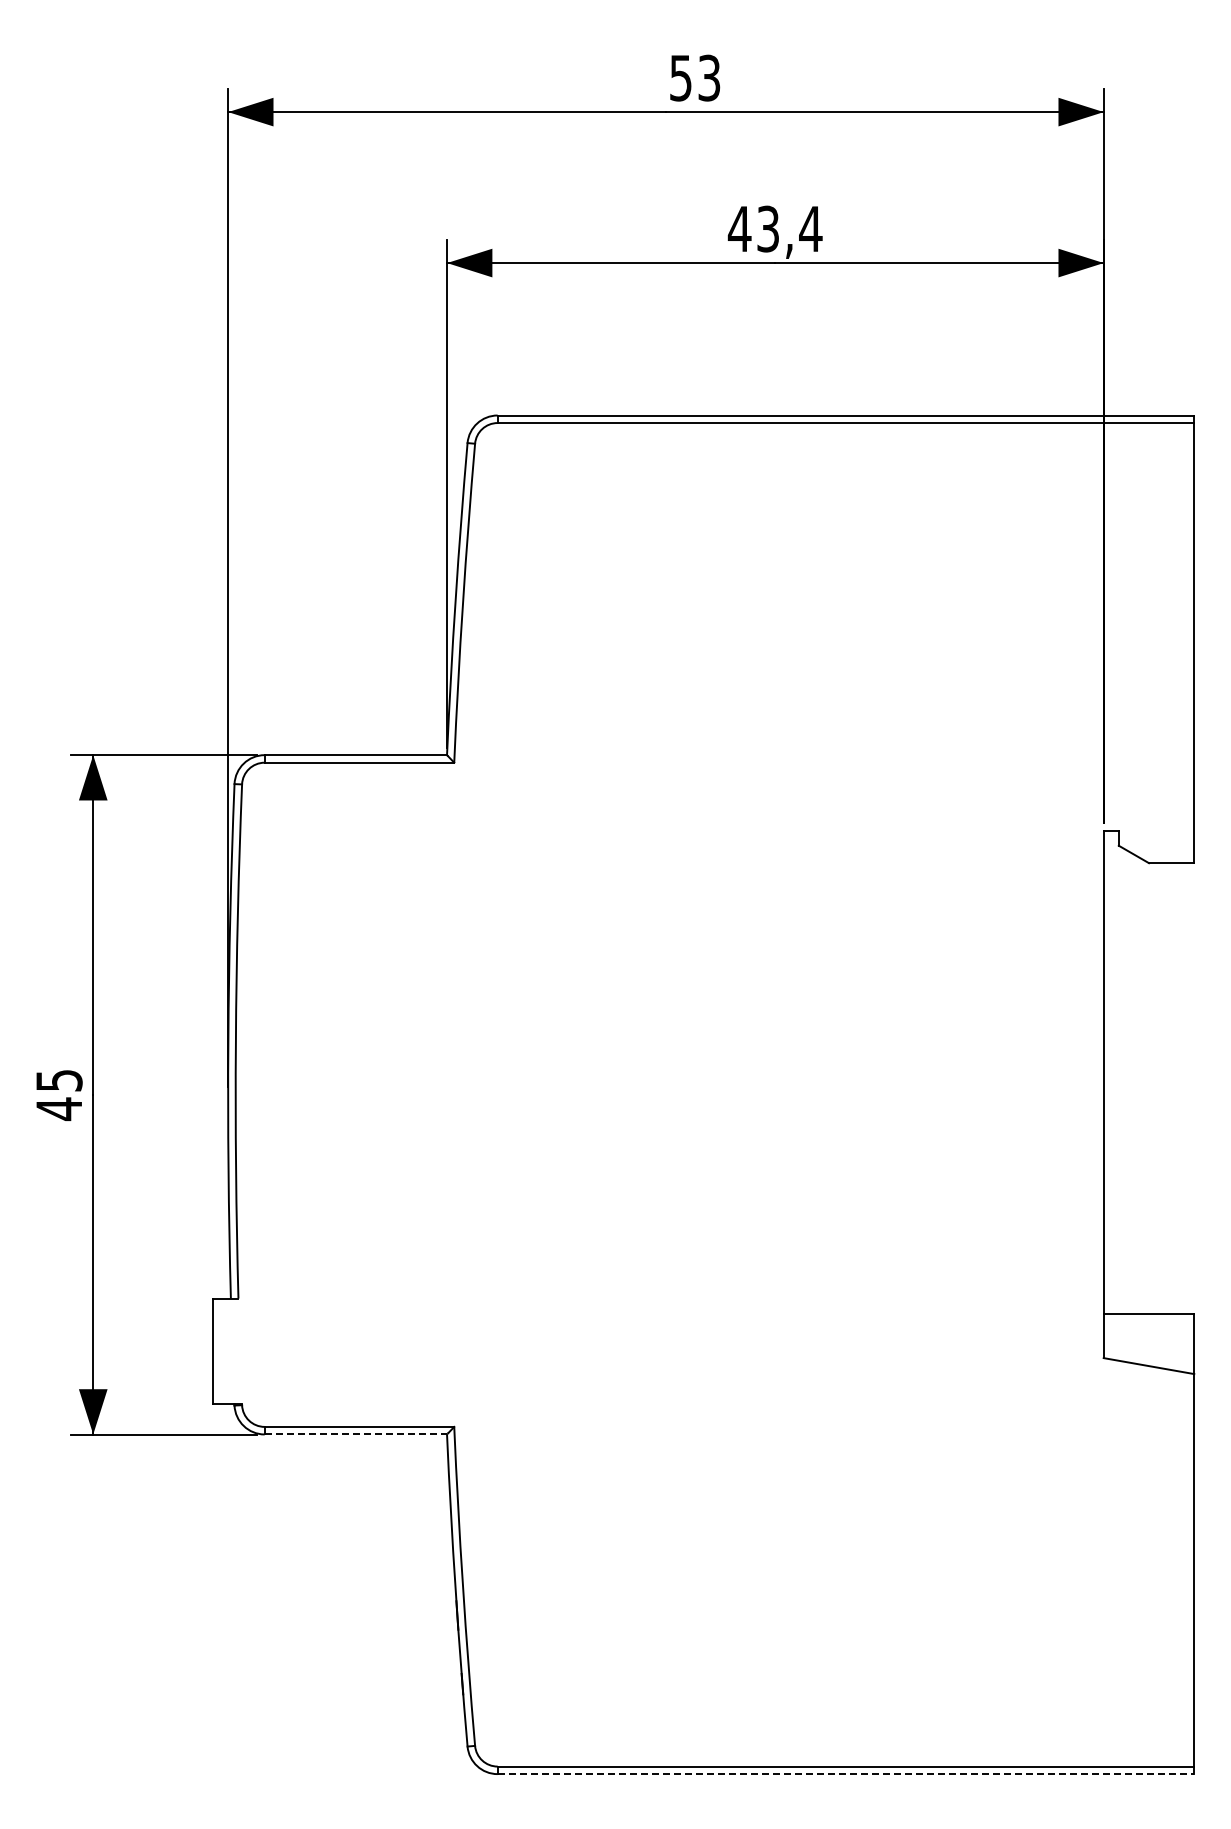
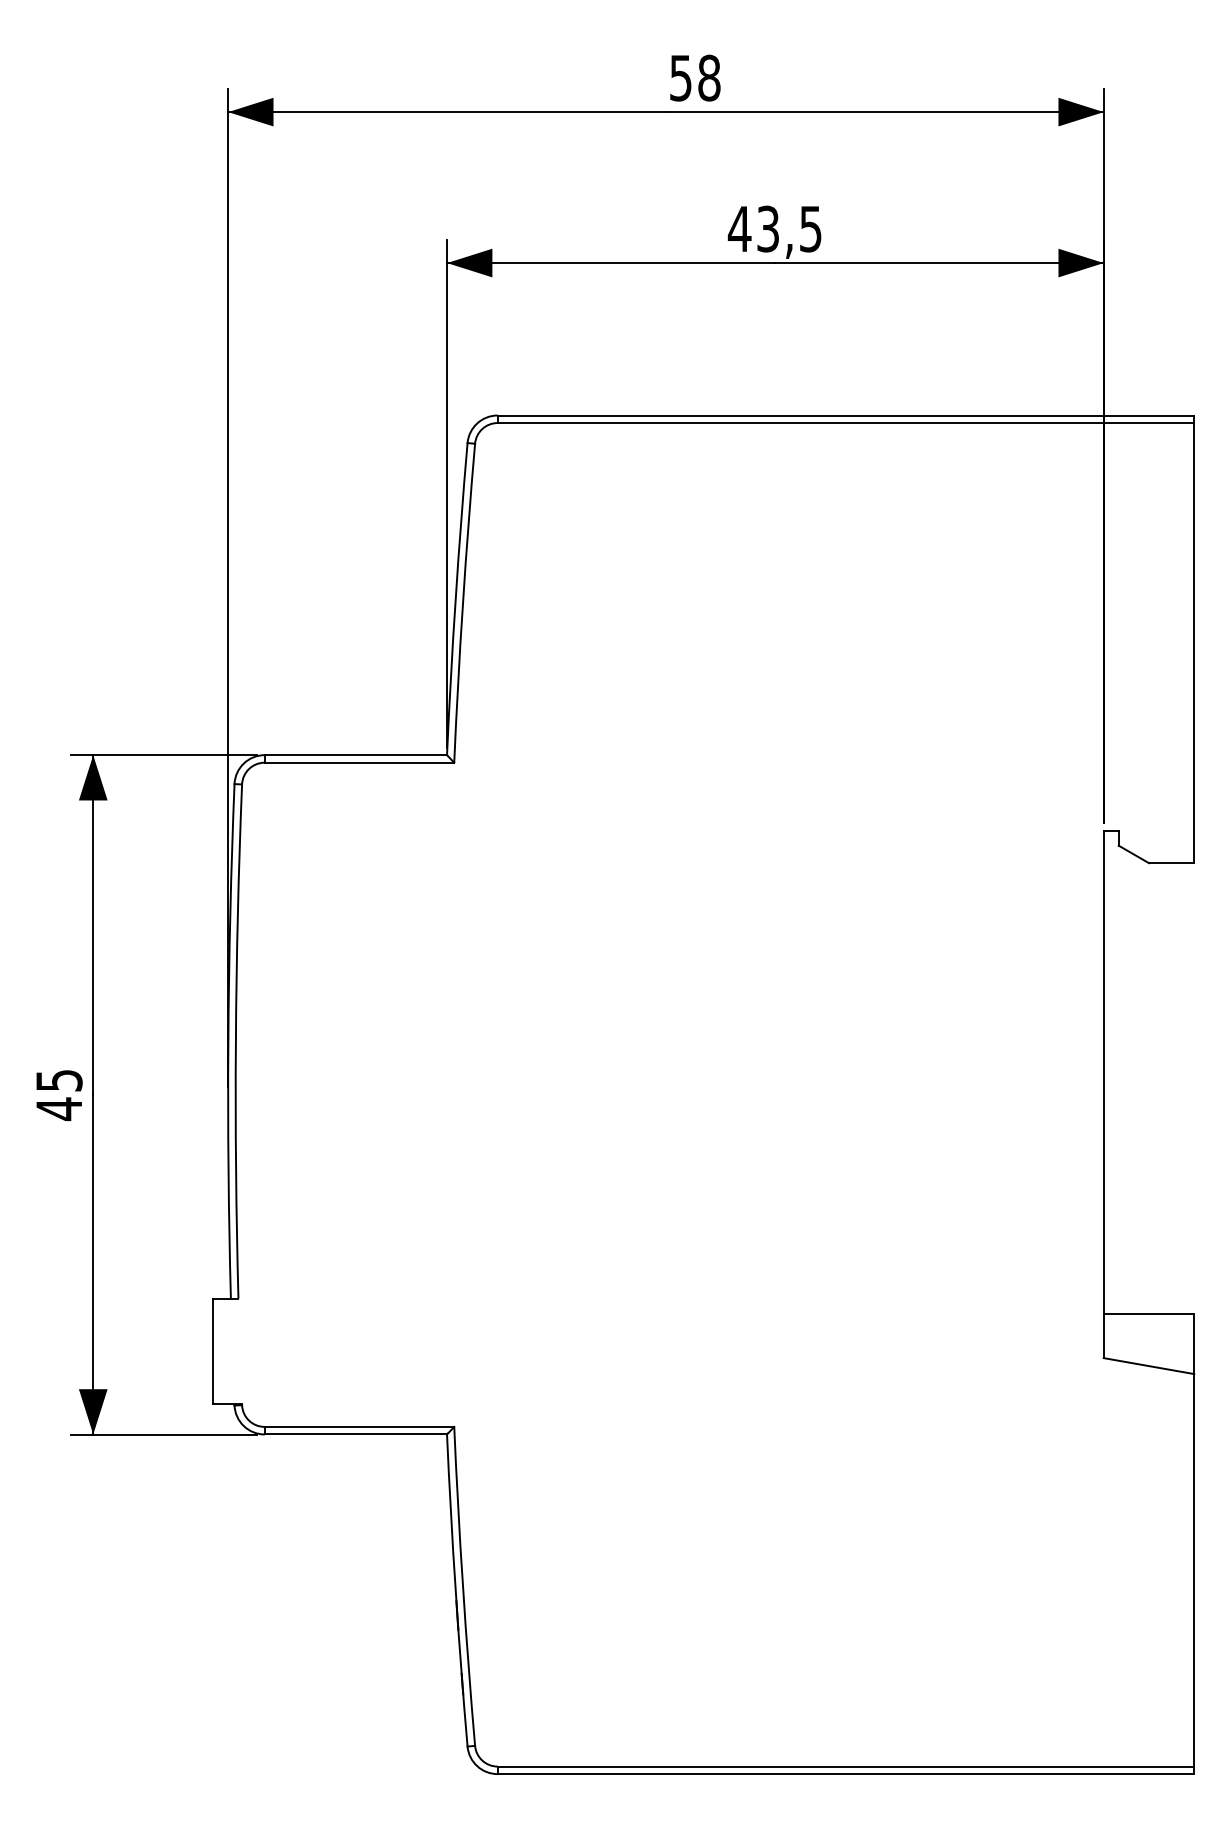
text at (709, 77): 53 -> 58
text at (810, 229): 43,4 -> 43,5
line at (356, 1434): dashed -> solid
line at (846, 1774): dashed -> solid
